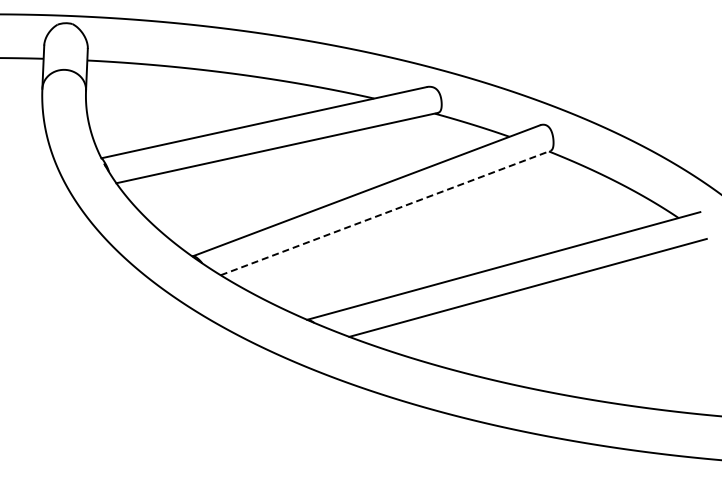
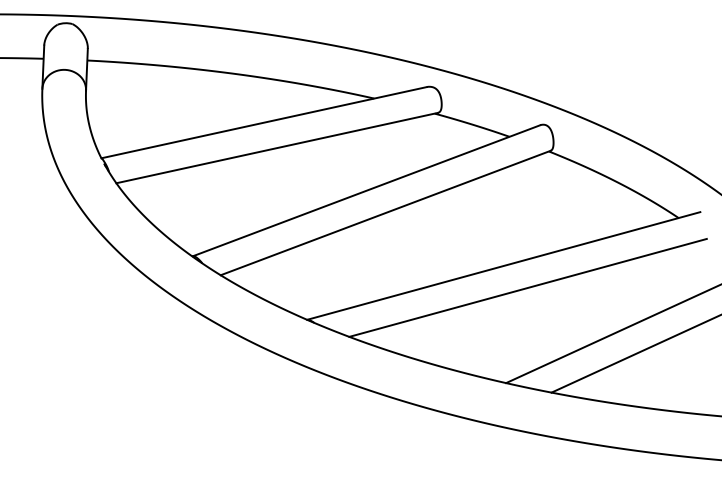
line at (386, 212): dashed -> solid
line at (612, 334): none -> present
line at (634, 354): none -> present
